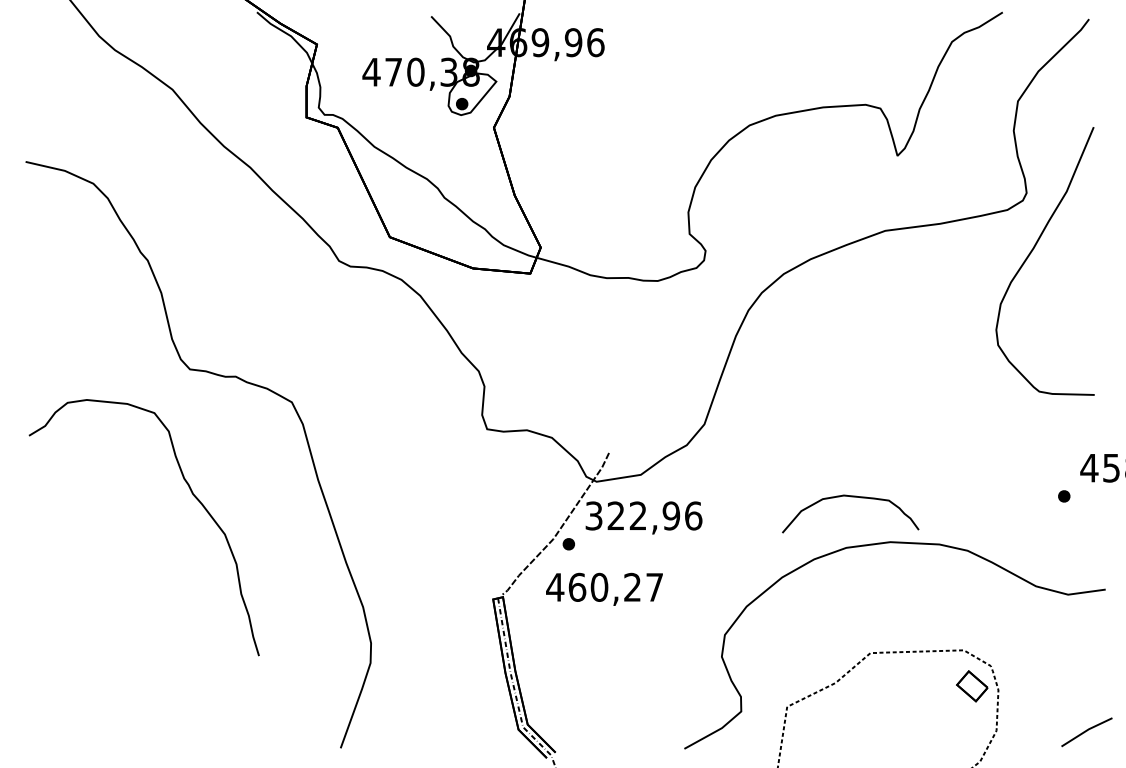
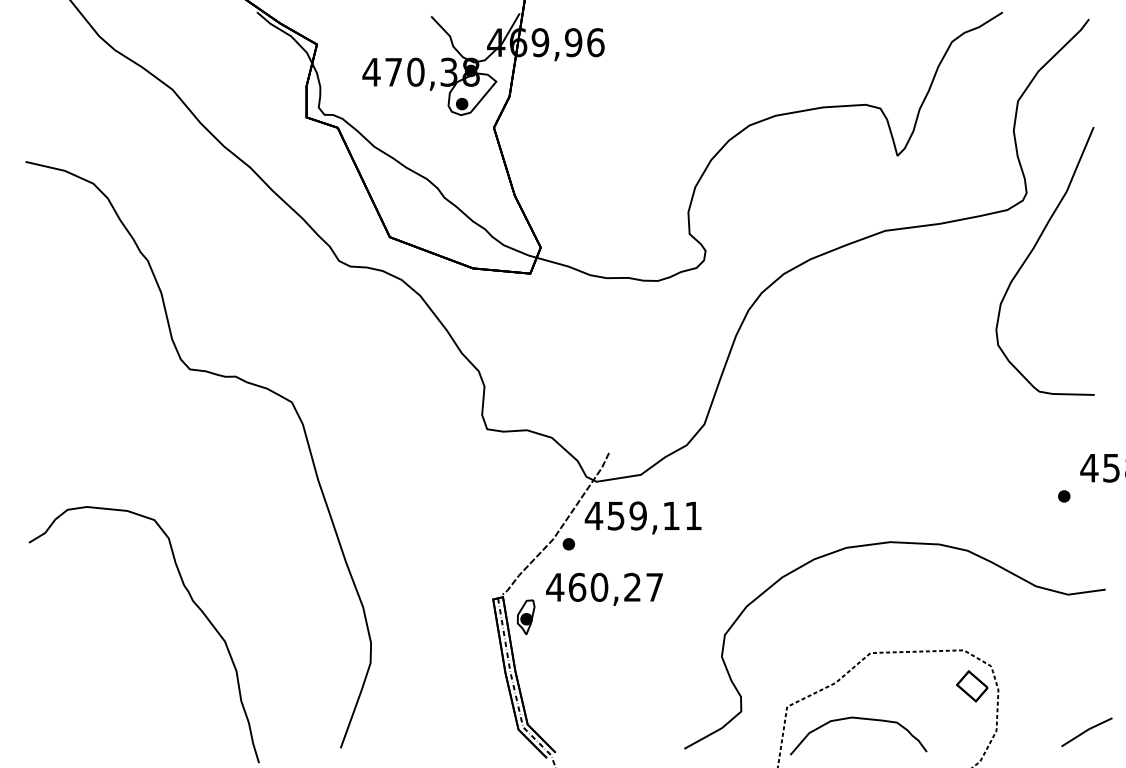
curve at (191, 493) position: (191, 493) -> (191, 600)
curve at (850, 497) position: (850, 497) -> (858, 719)
text at (643, 515): 322,96 -> 459,11
part at (525, 616): none -> present
